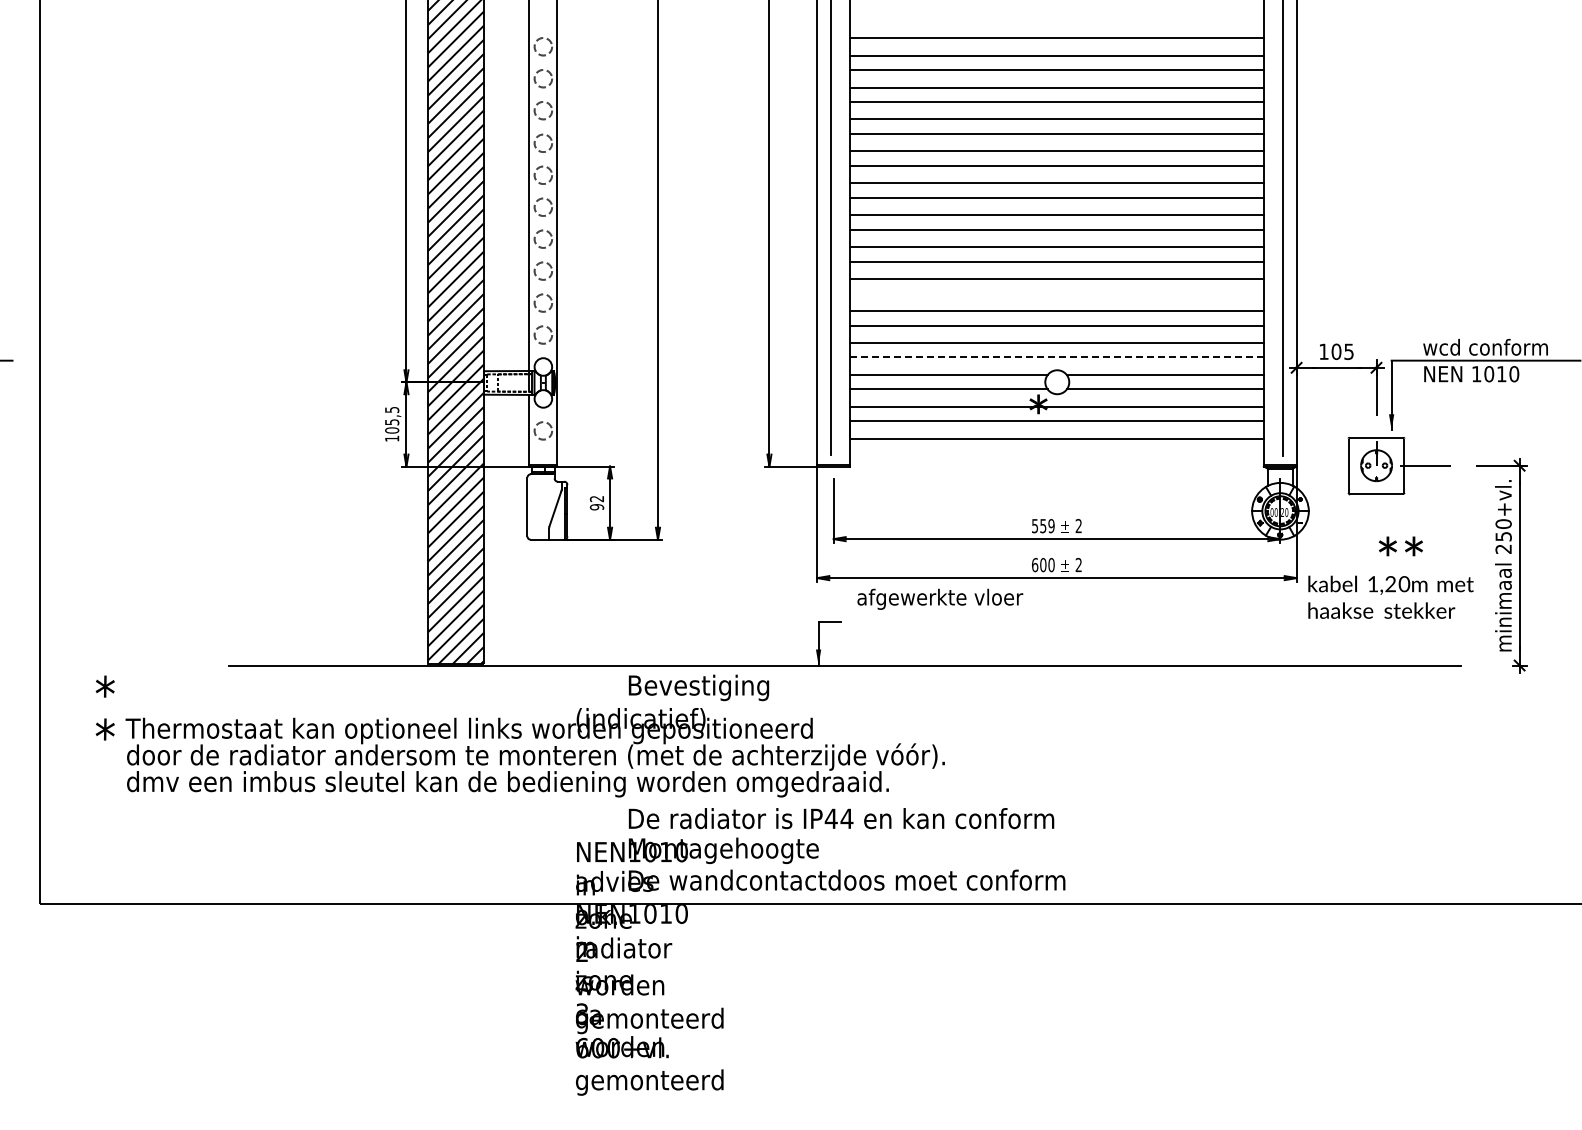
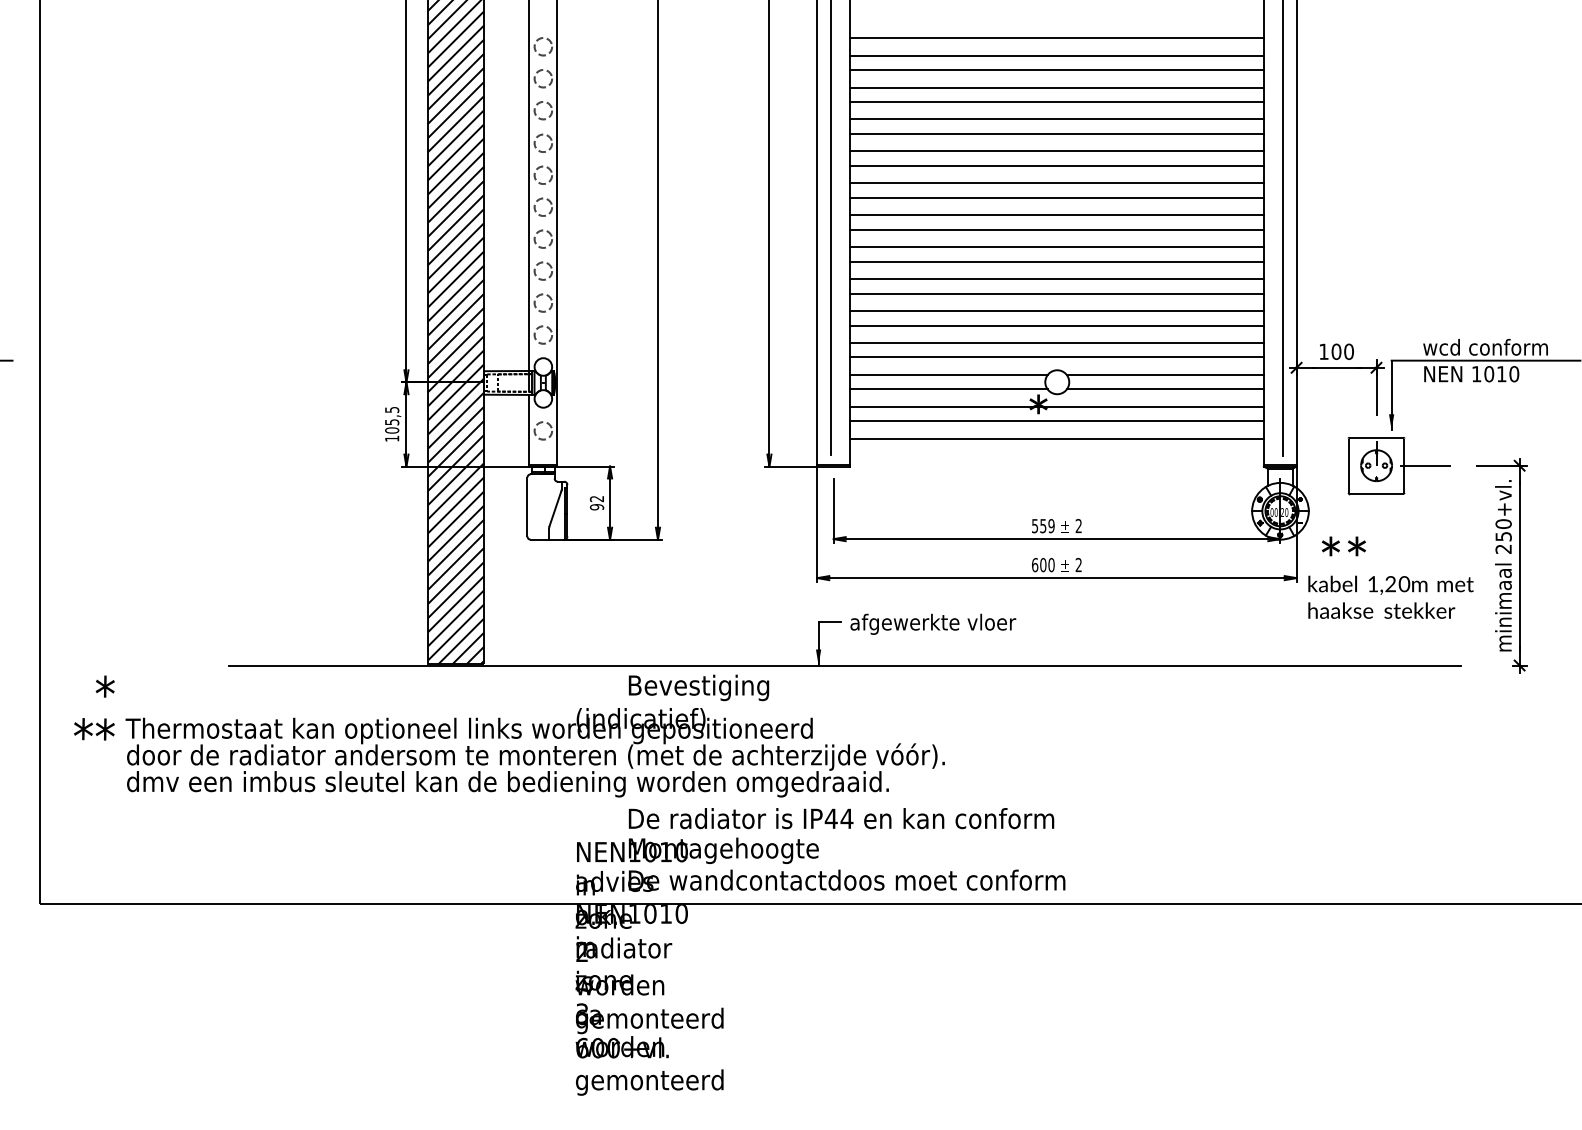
line at (1056, 293): none -> present
text at (1348, 351): 105 -> 100
line at (1056, 357): dashed -> solid
text at (1400, 546) position: (1400, 546) -> (1343, 546)
text at (940, 598) position: (940, 598) -> (933, 623)
text at (83, 729): * -> **
